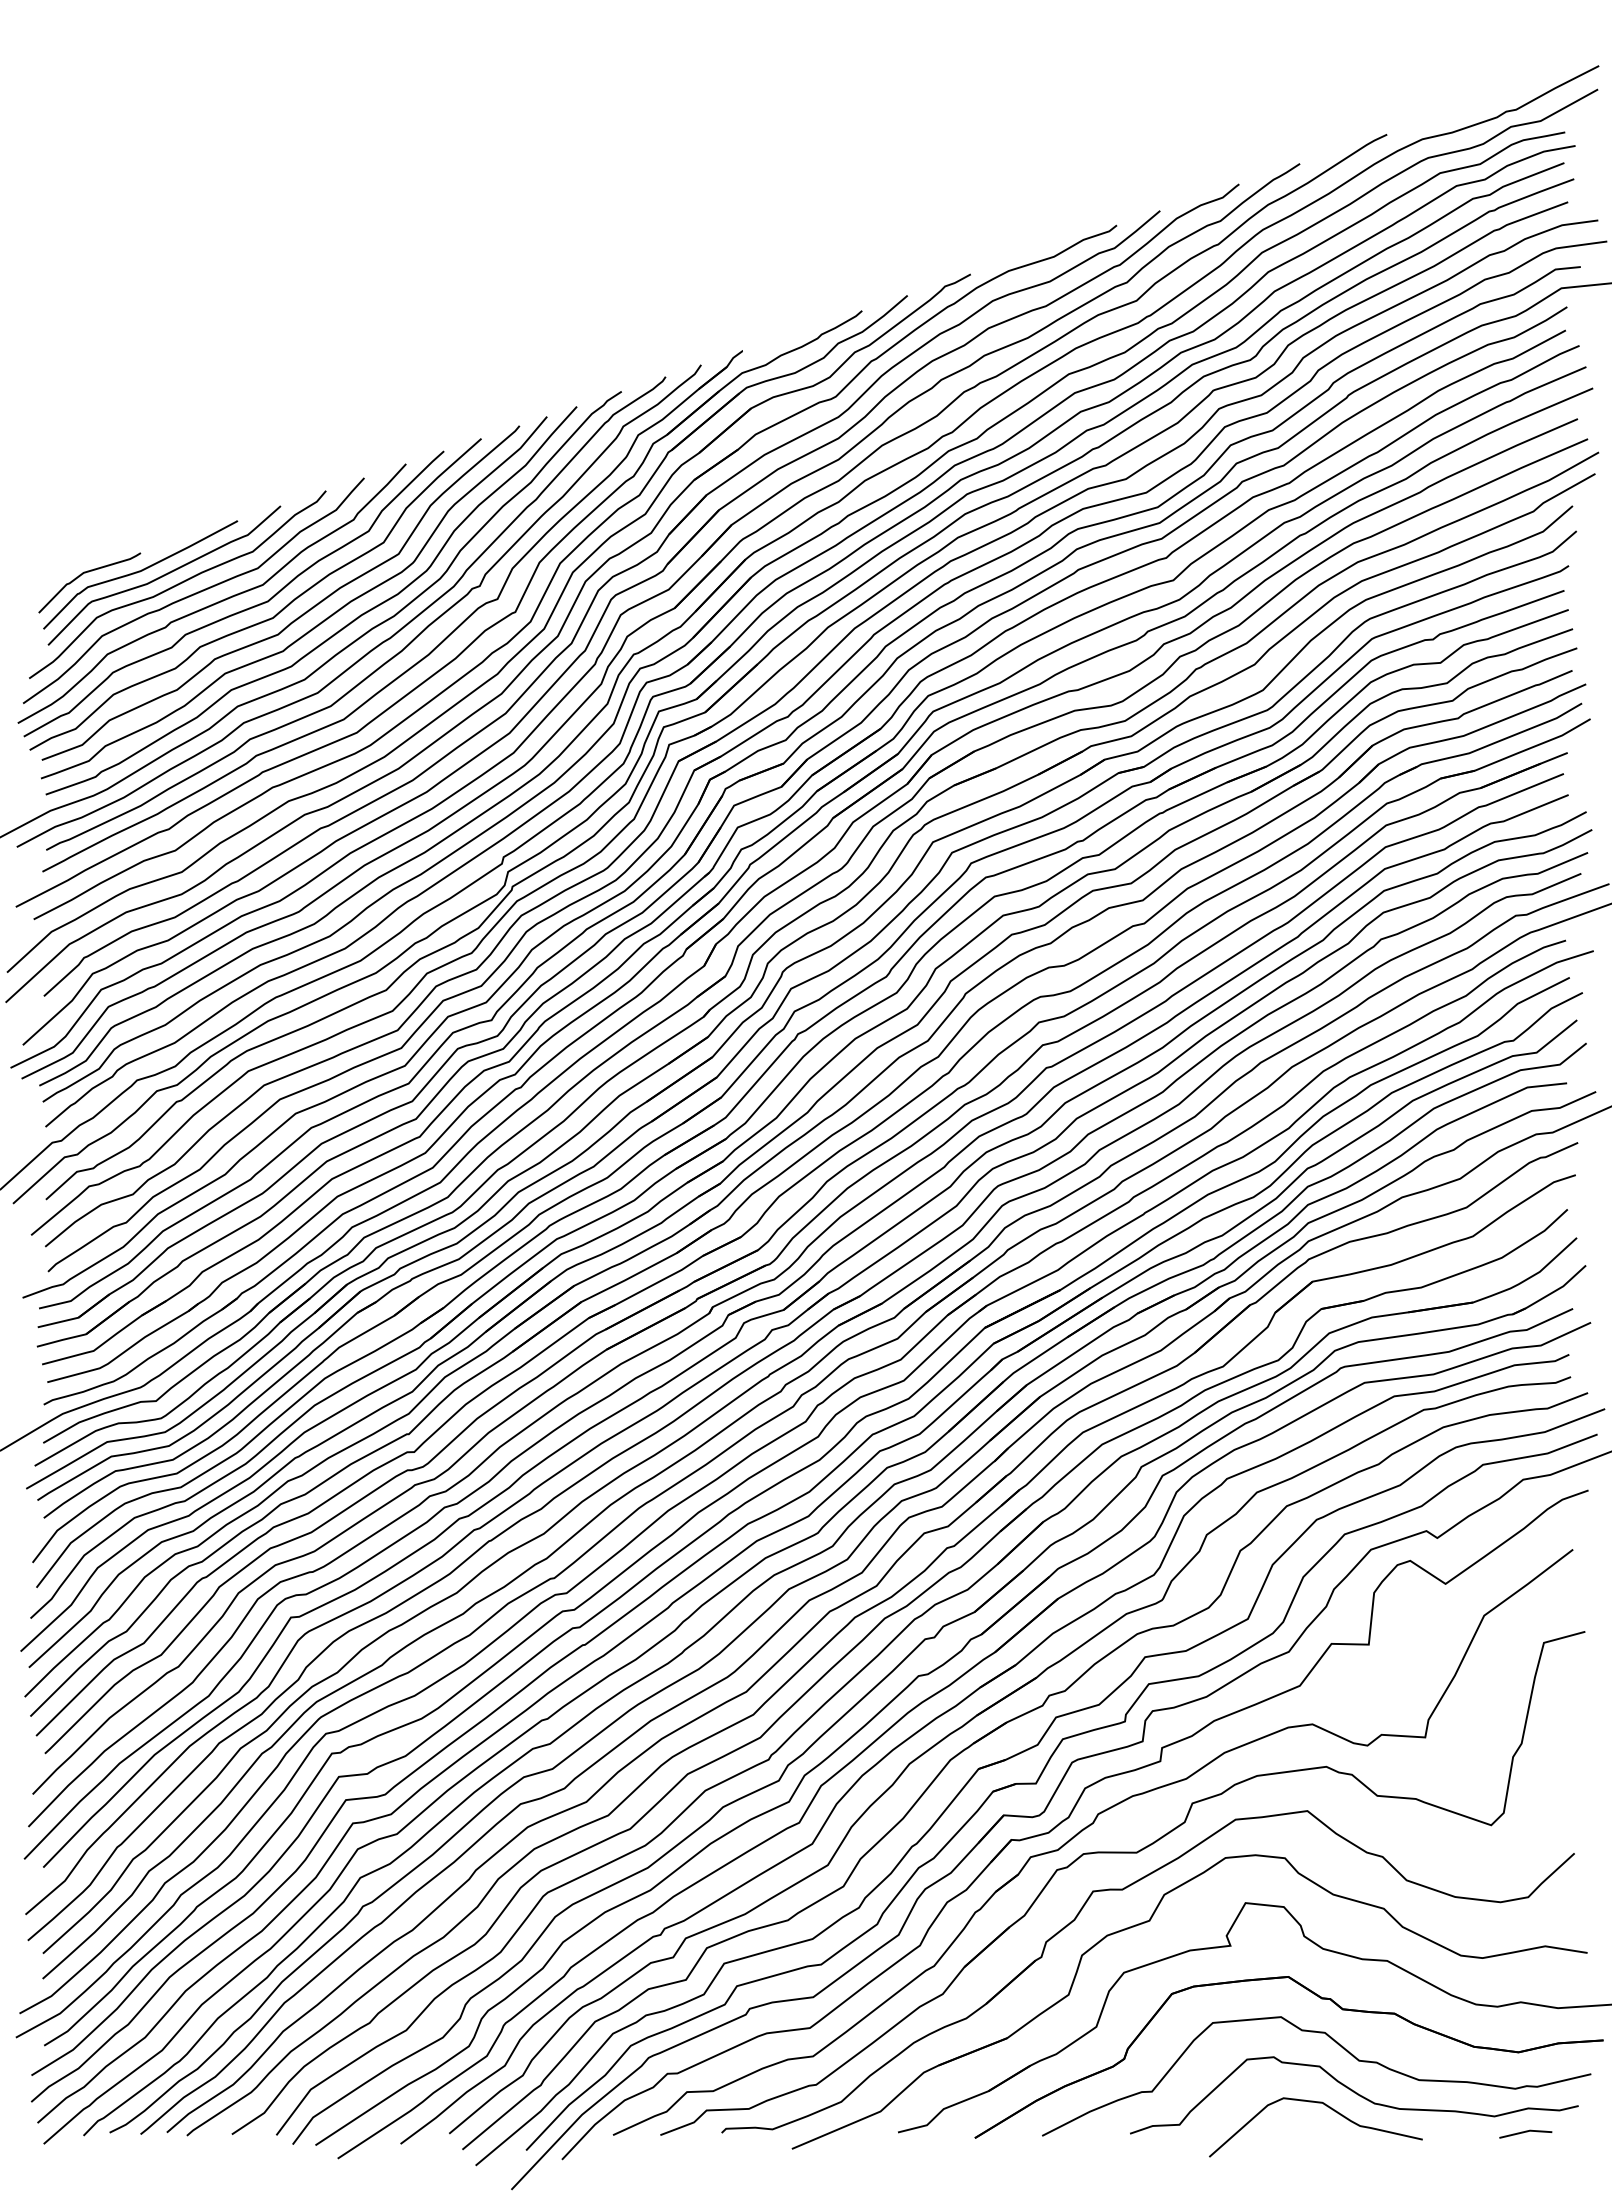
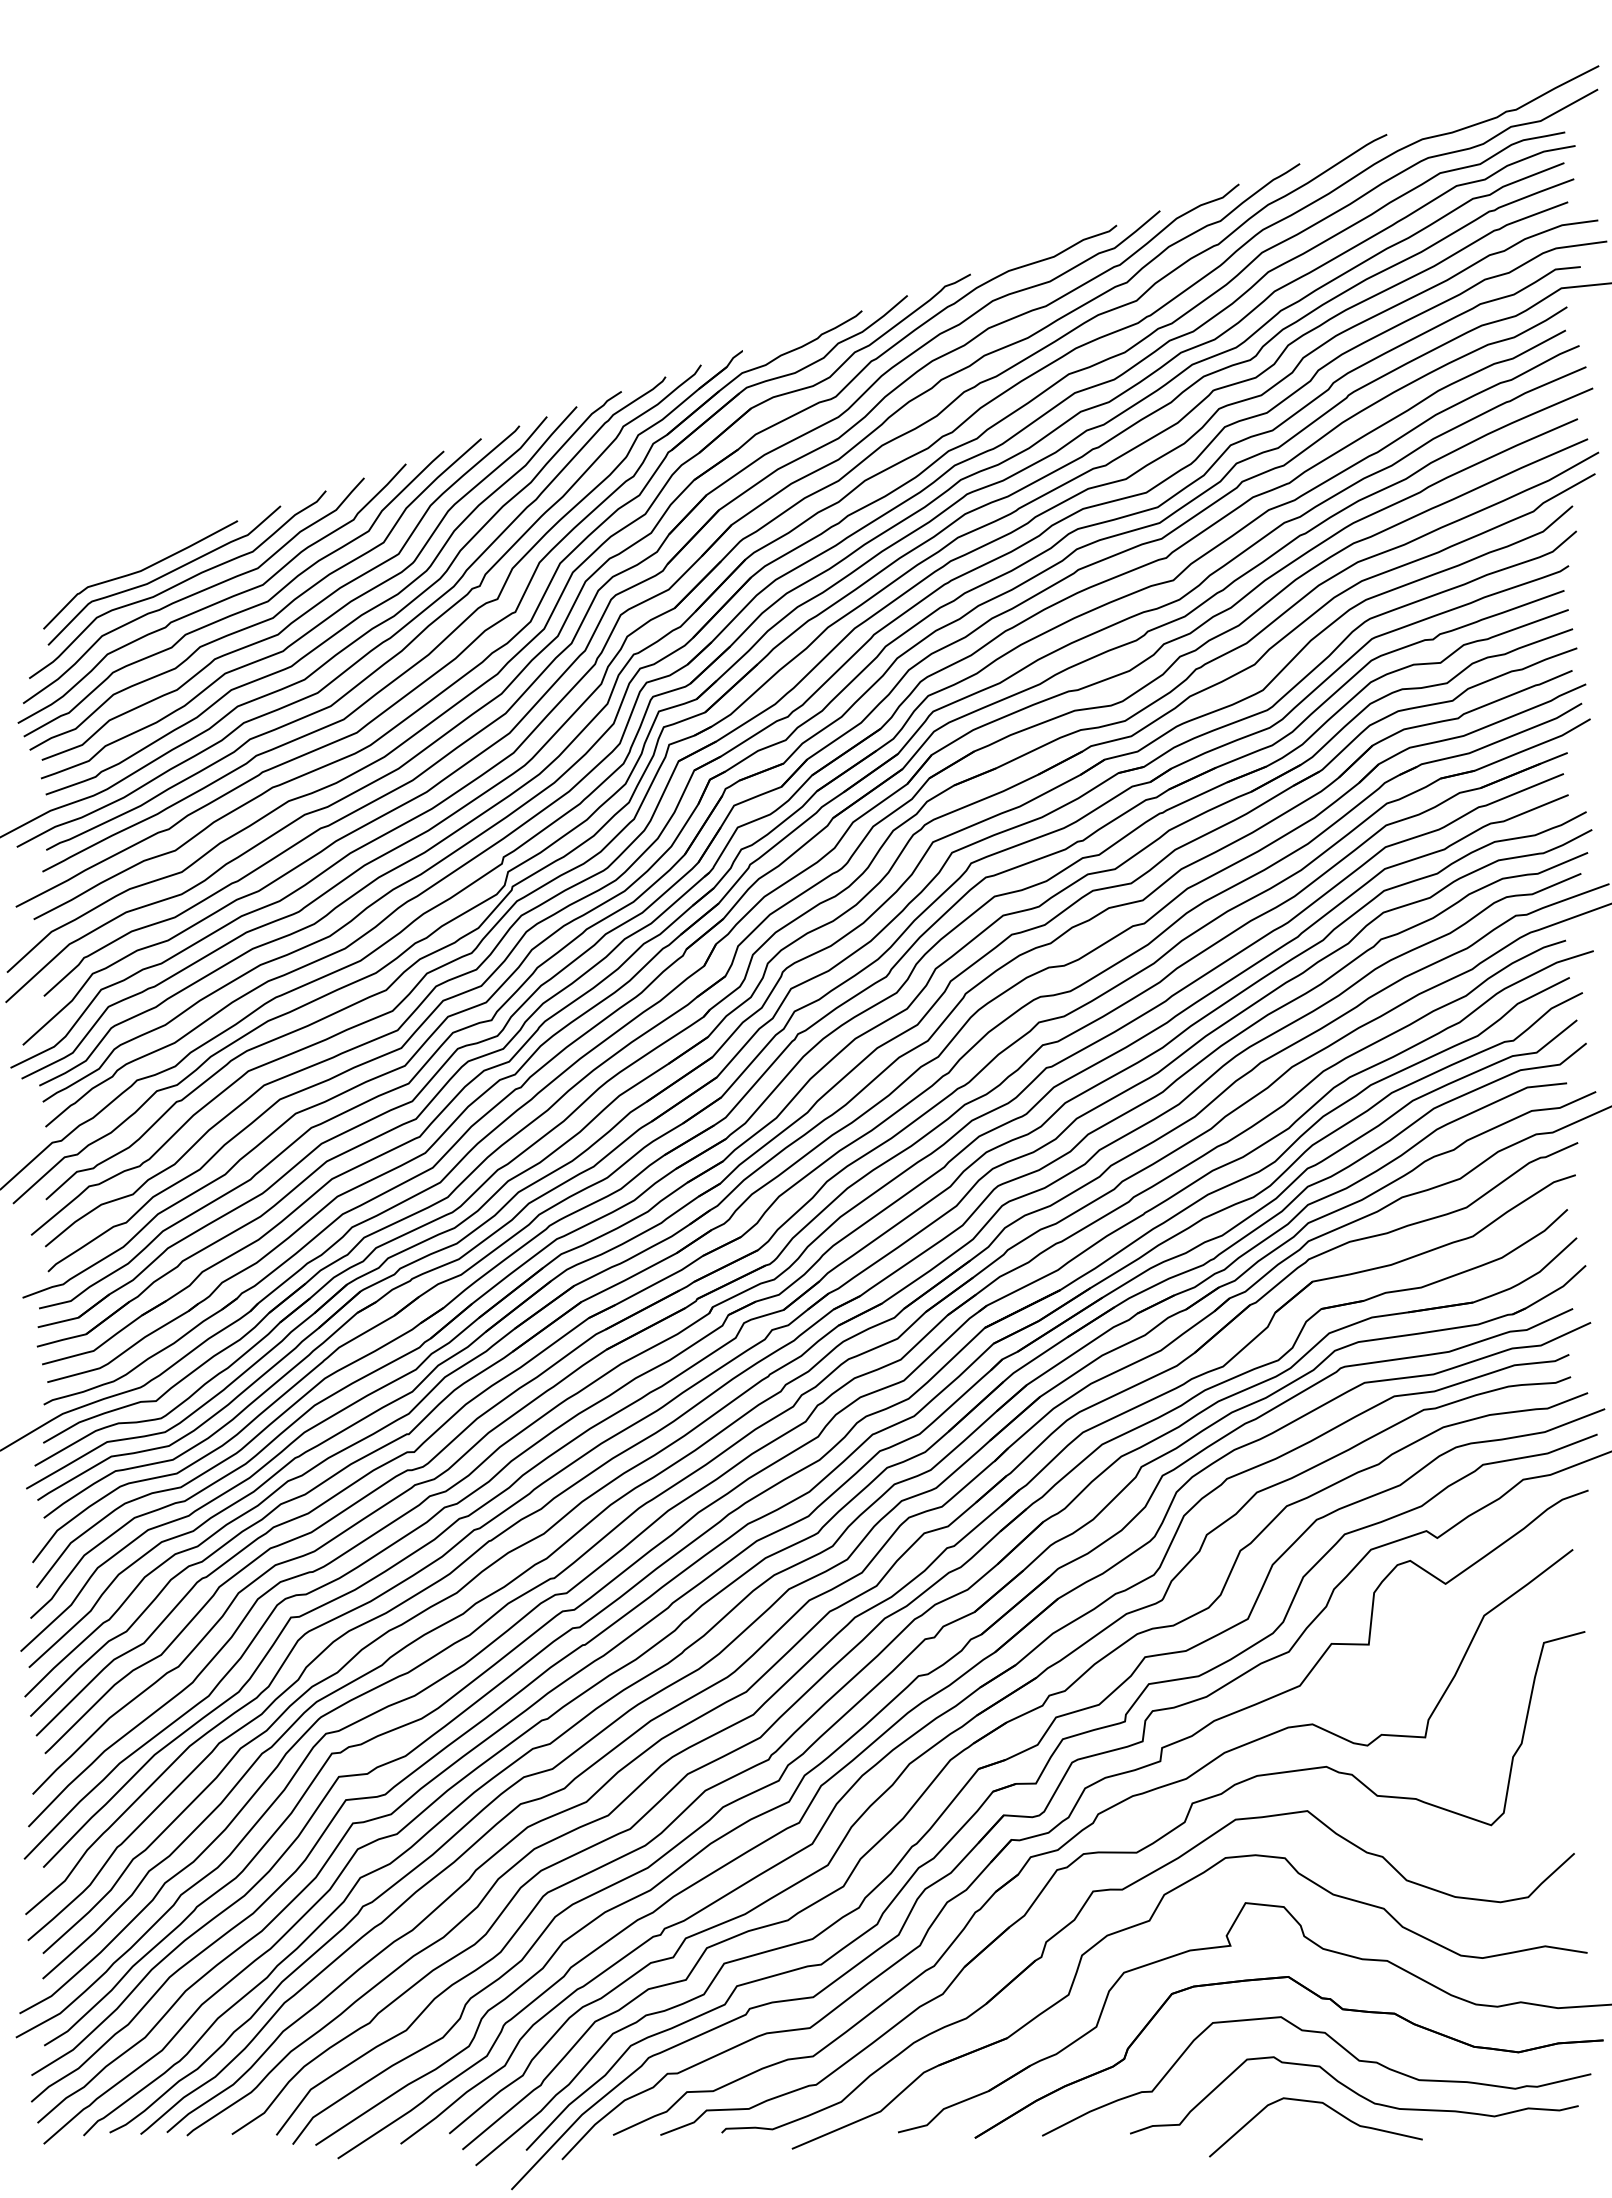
curve at (85, 573): present -> none
line at (1525, 2132): present -> none
